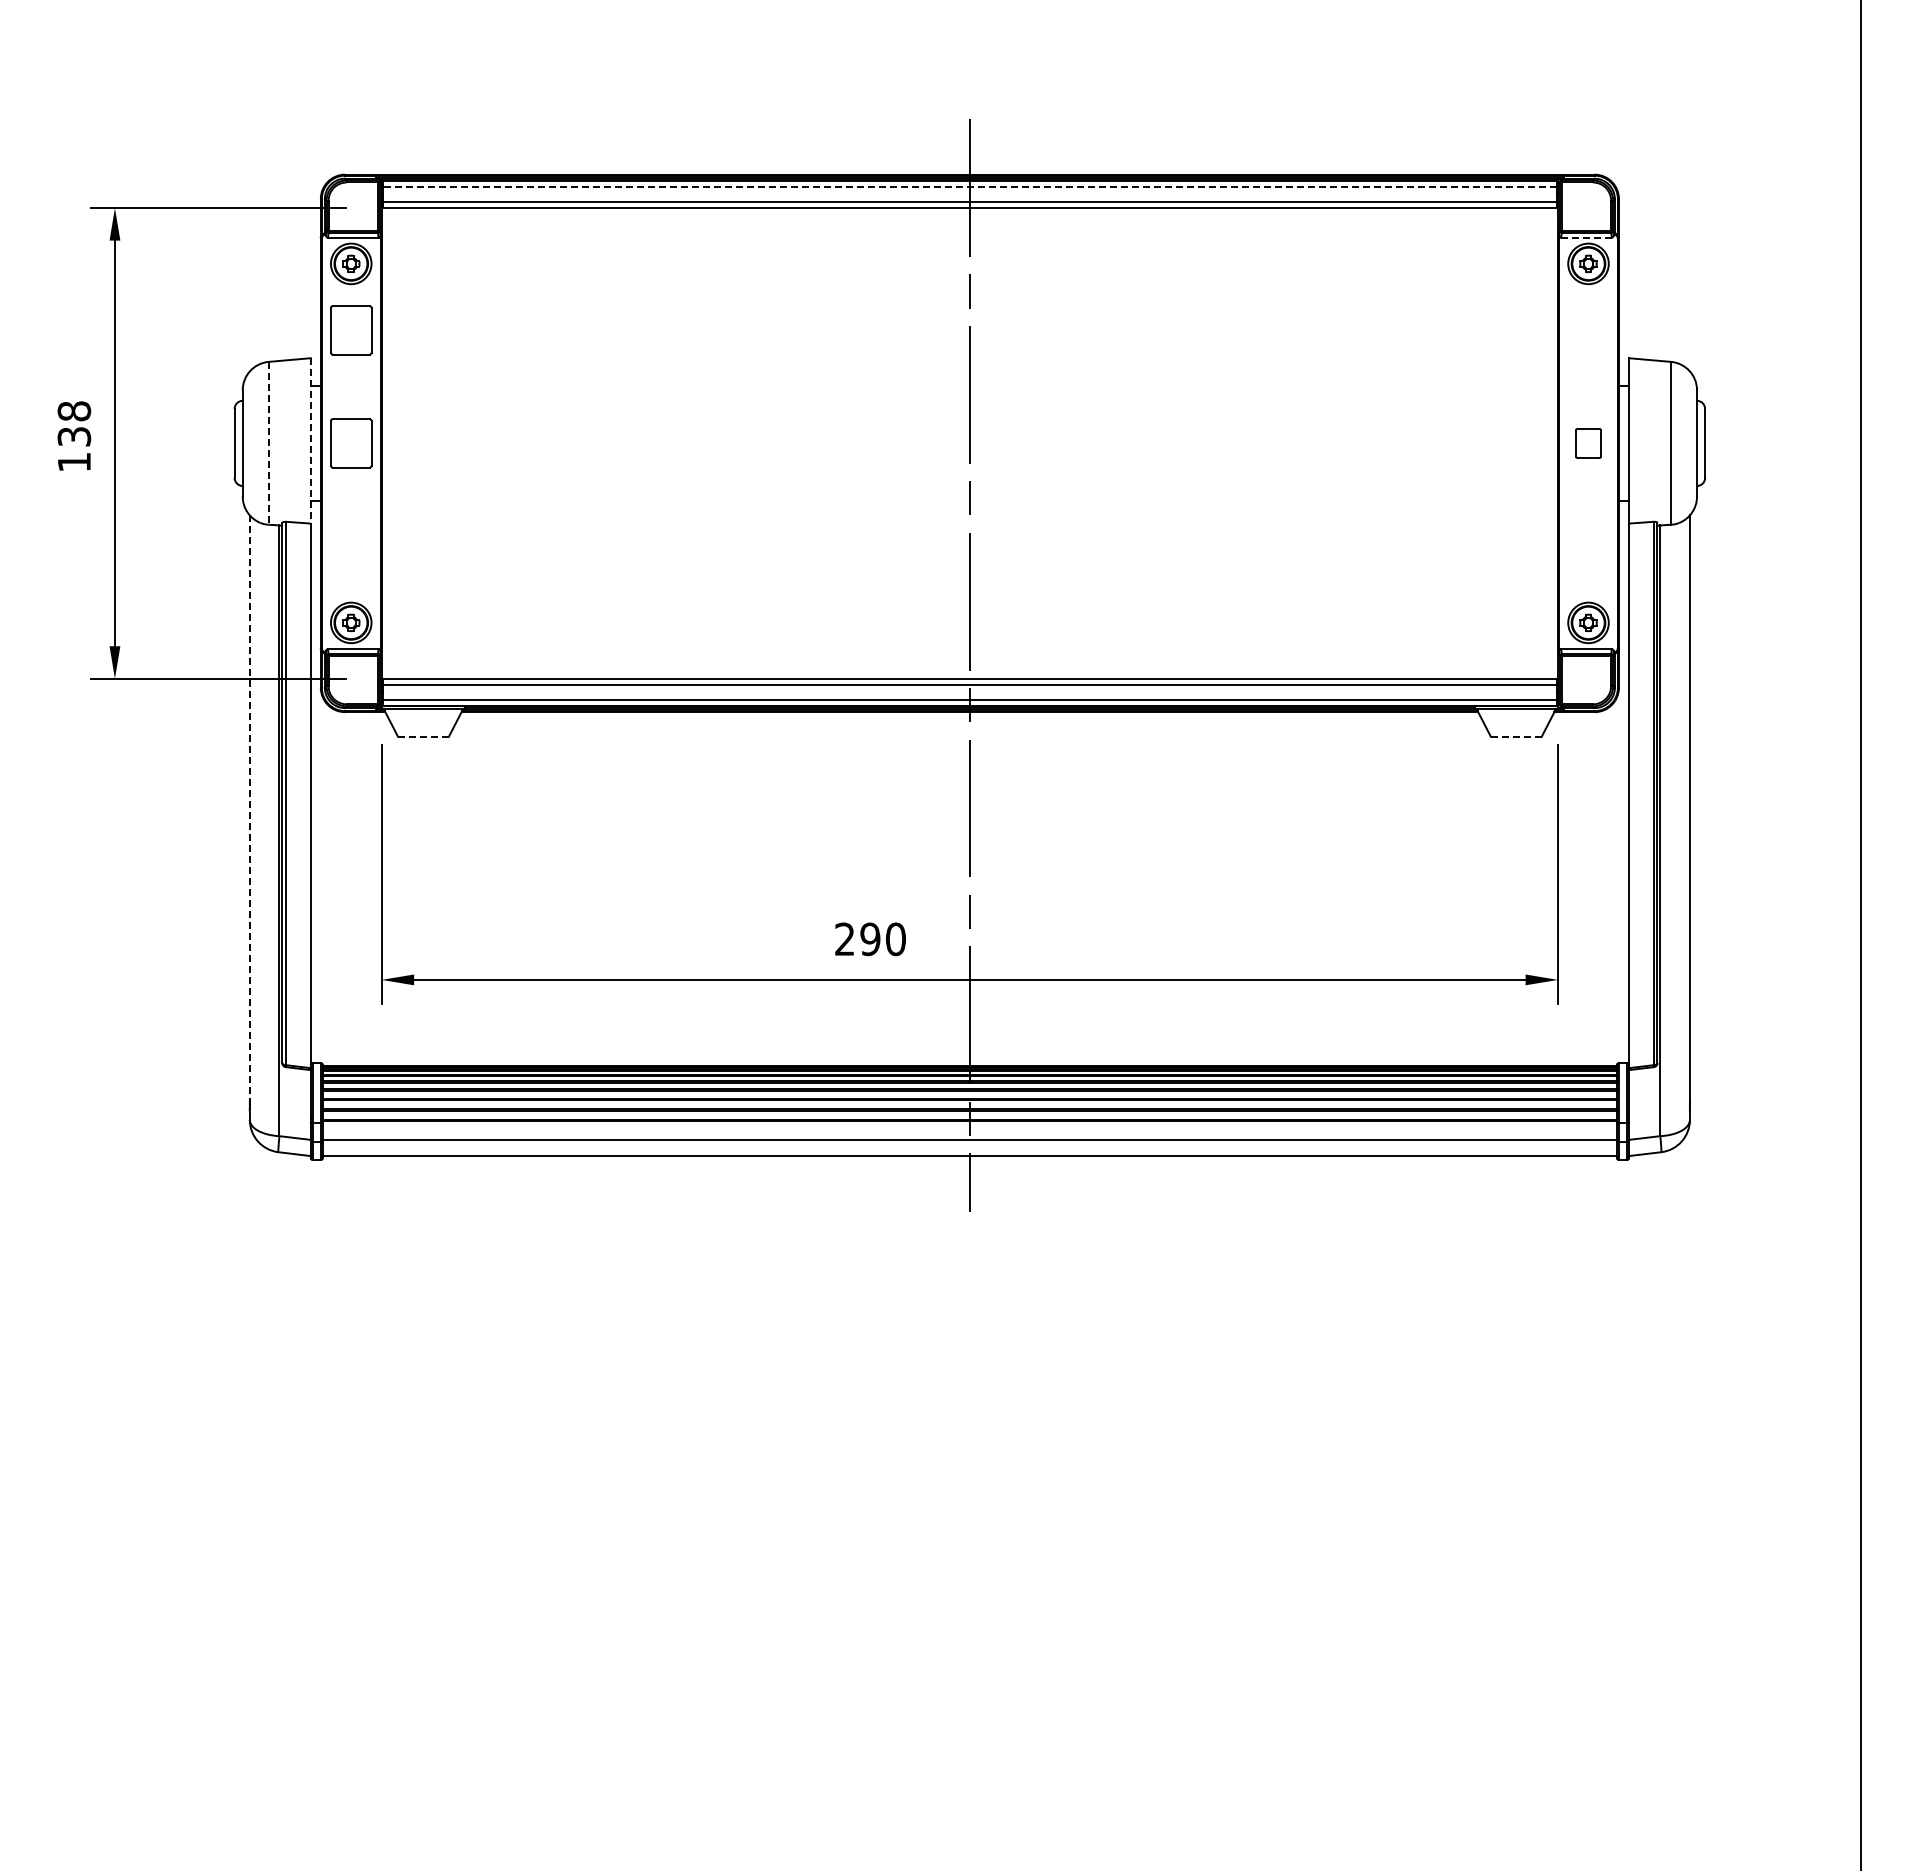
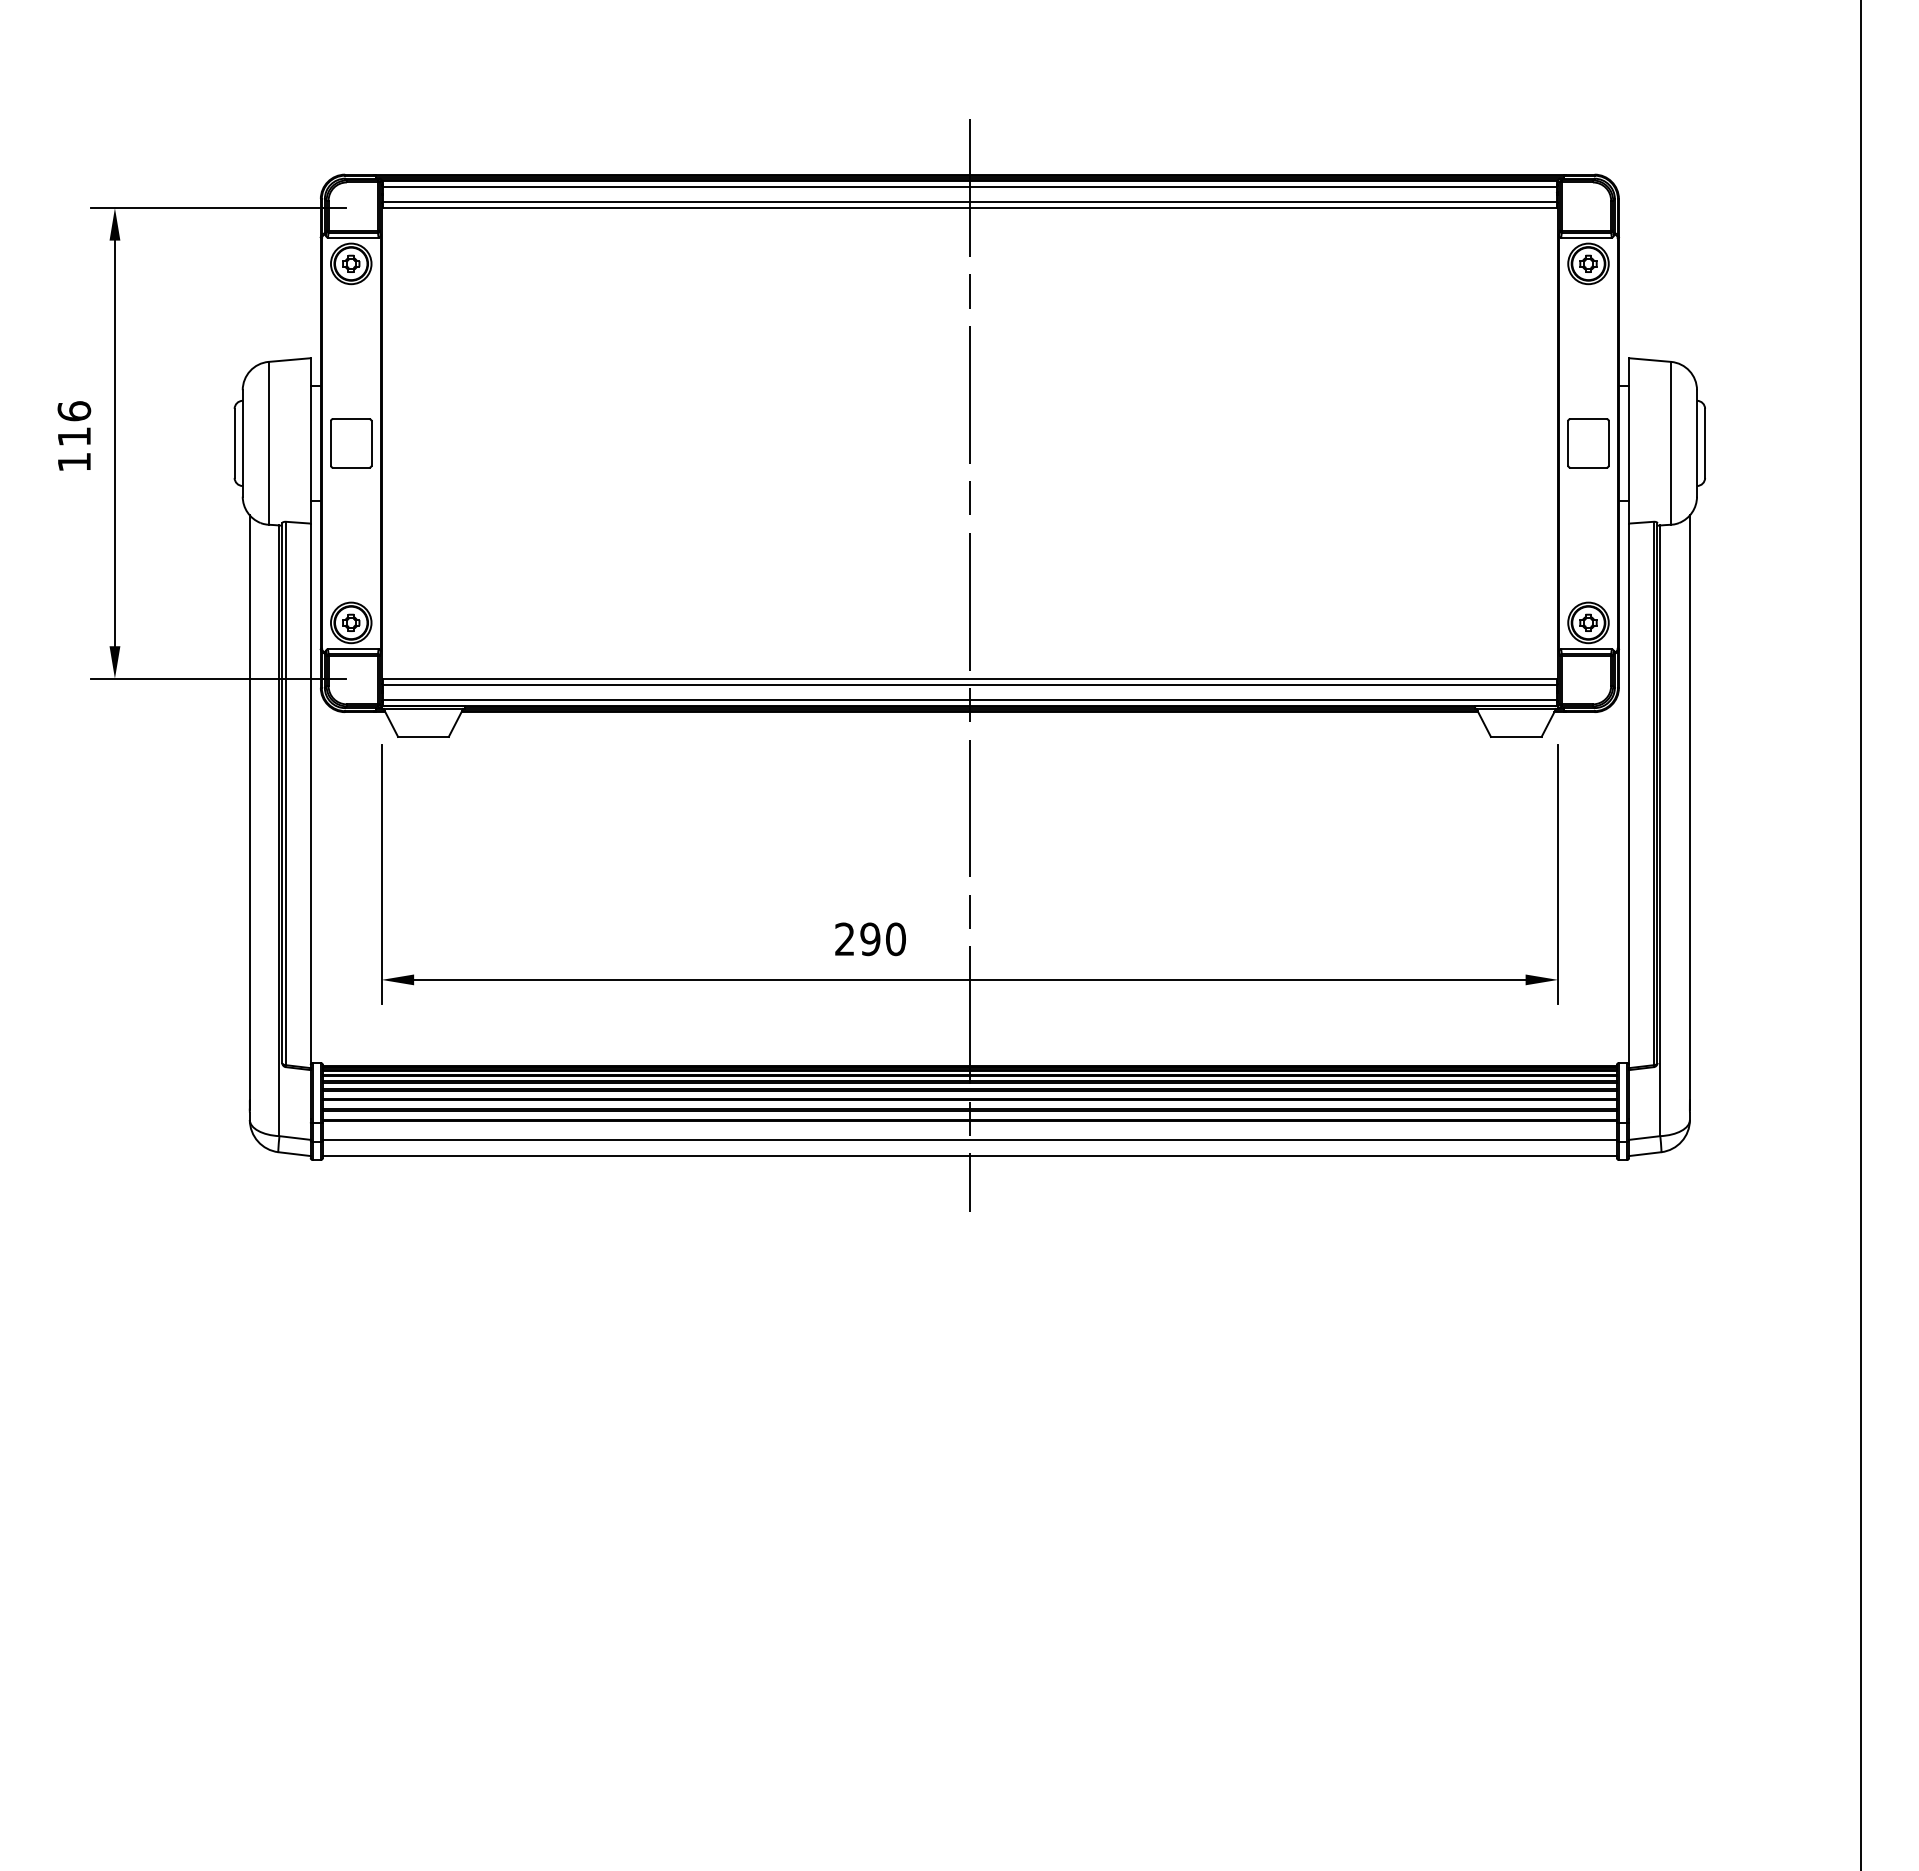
line at (969, 186): dashed -> solid
line at (1586, 237): dashed -> solid
part at (351, 330): present -> none
text at (74, 423): 138 -> 116
line at (310, 440): dashed -> solid
line at (268, 443): dashed -> solid
part at (1588, 443) size: 27x31 px -> 43x51 px
line at (423, 736): dashed -> solid
line at (1516, 736): dashed -> solid
line at (249, 808): dashed -> solid
